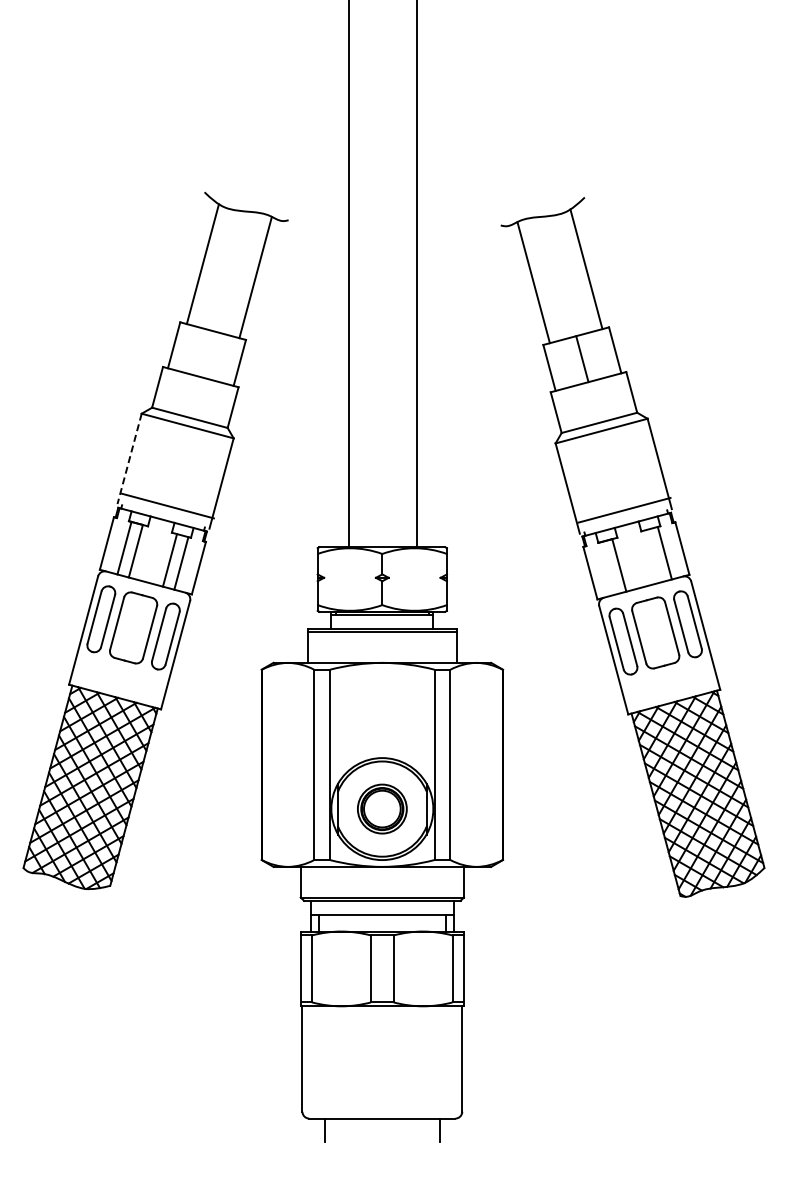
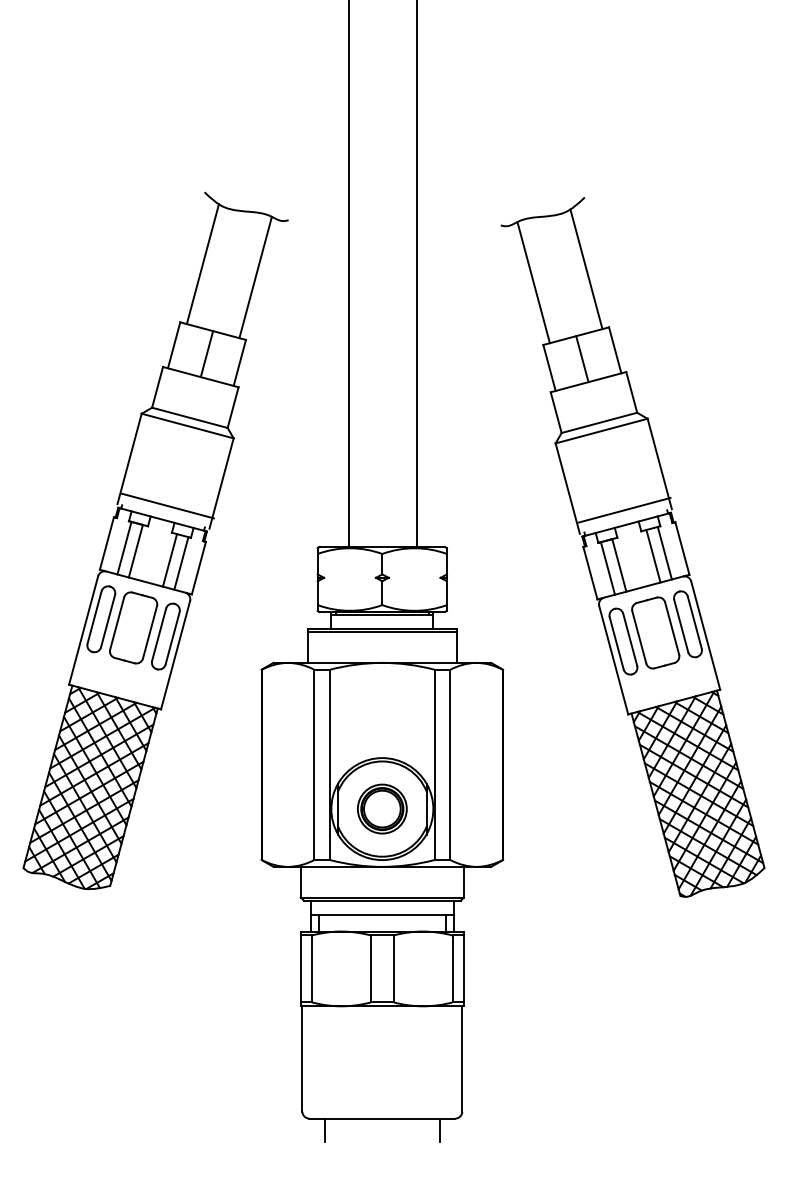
line at (206, 354): none -> present
line at (129, 458): dashed -> solid
line at (653, 556): none -> present
line at (607, 568): none -> present
